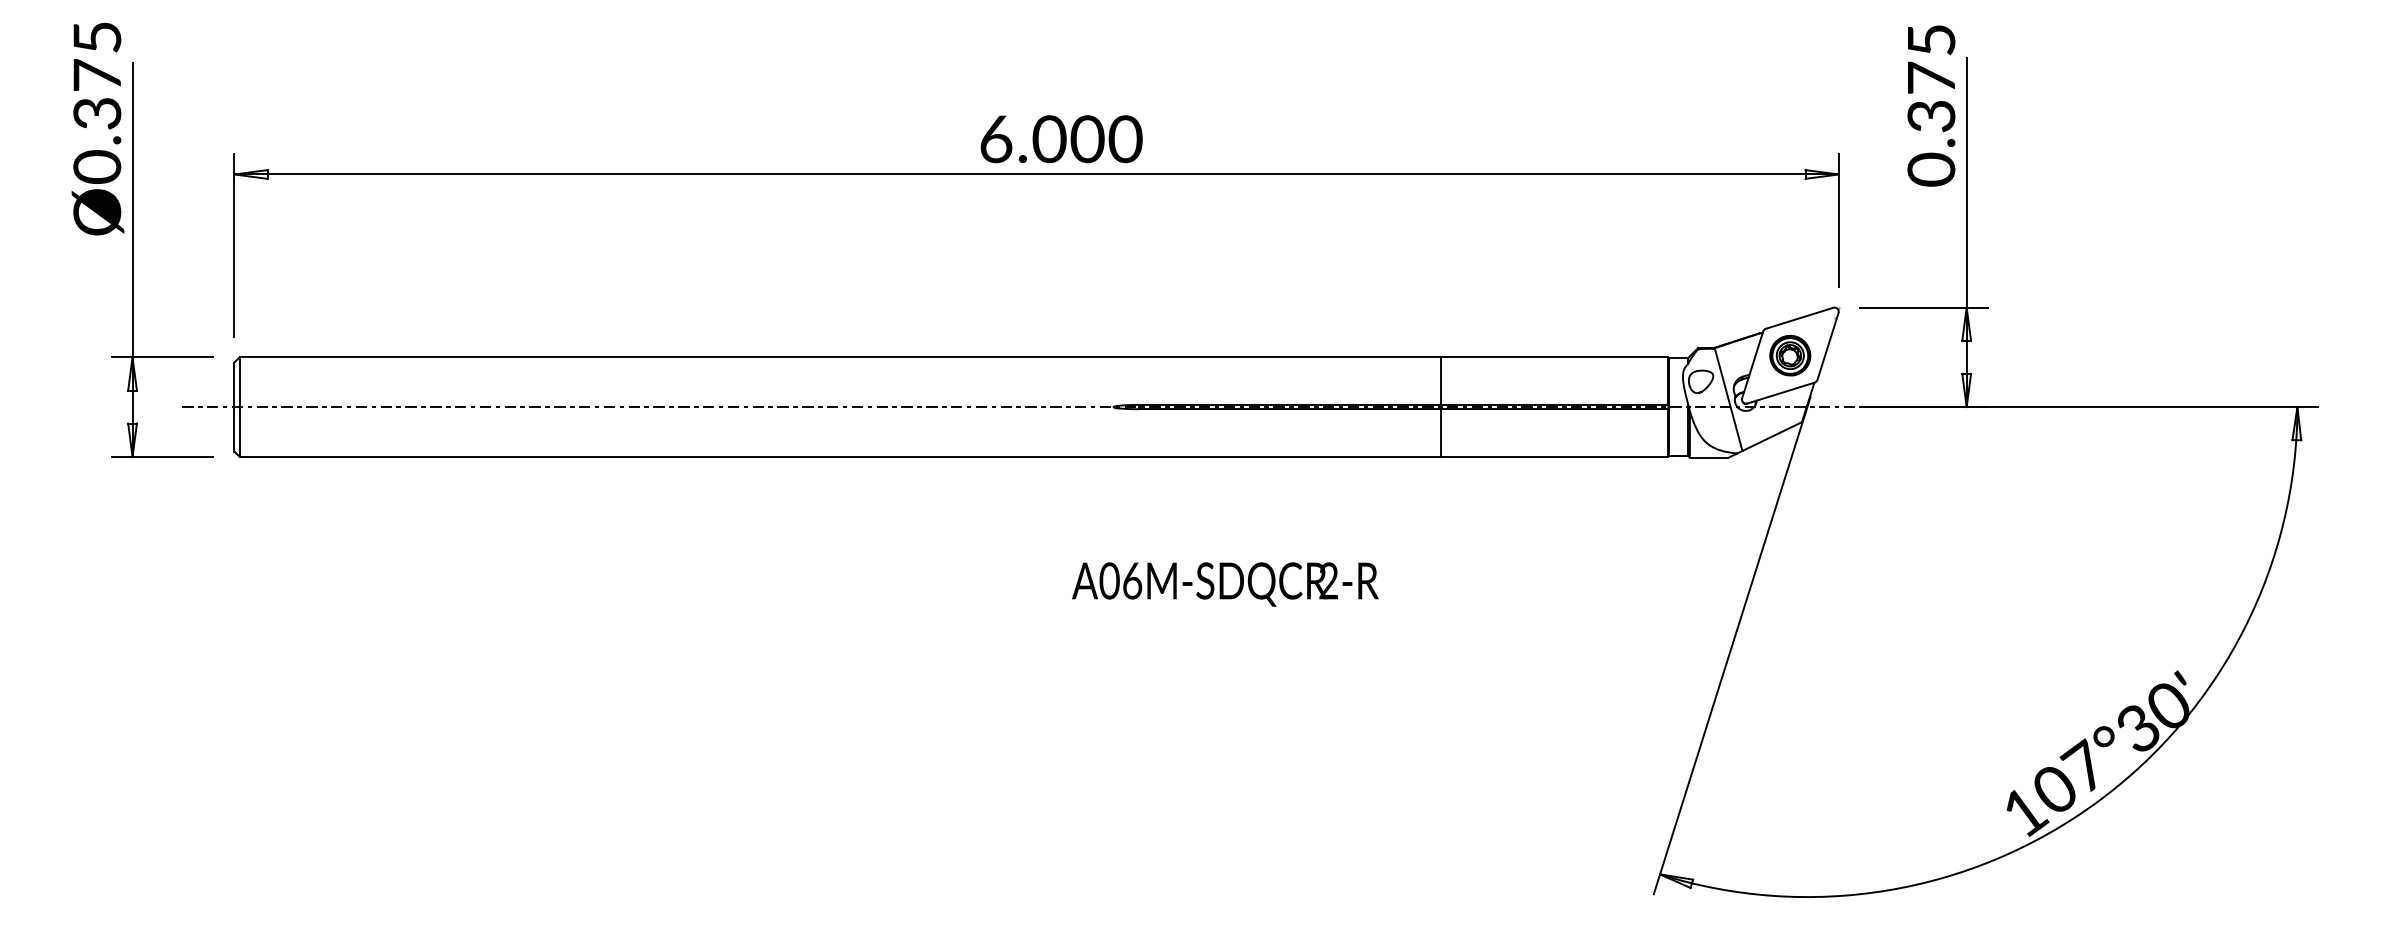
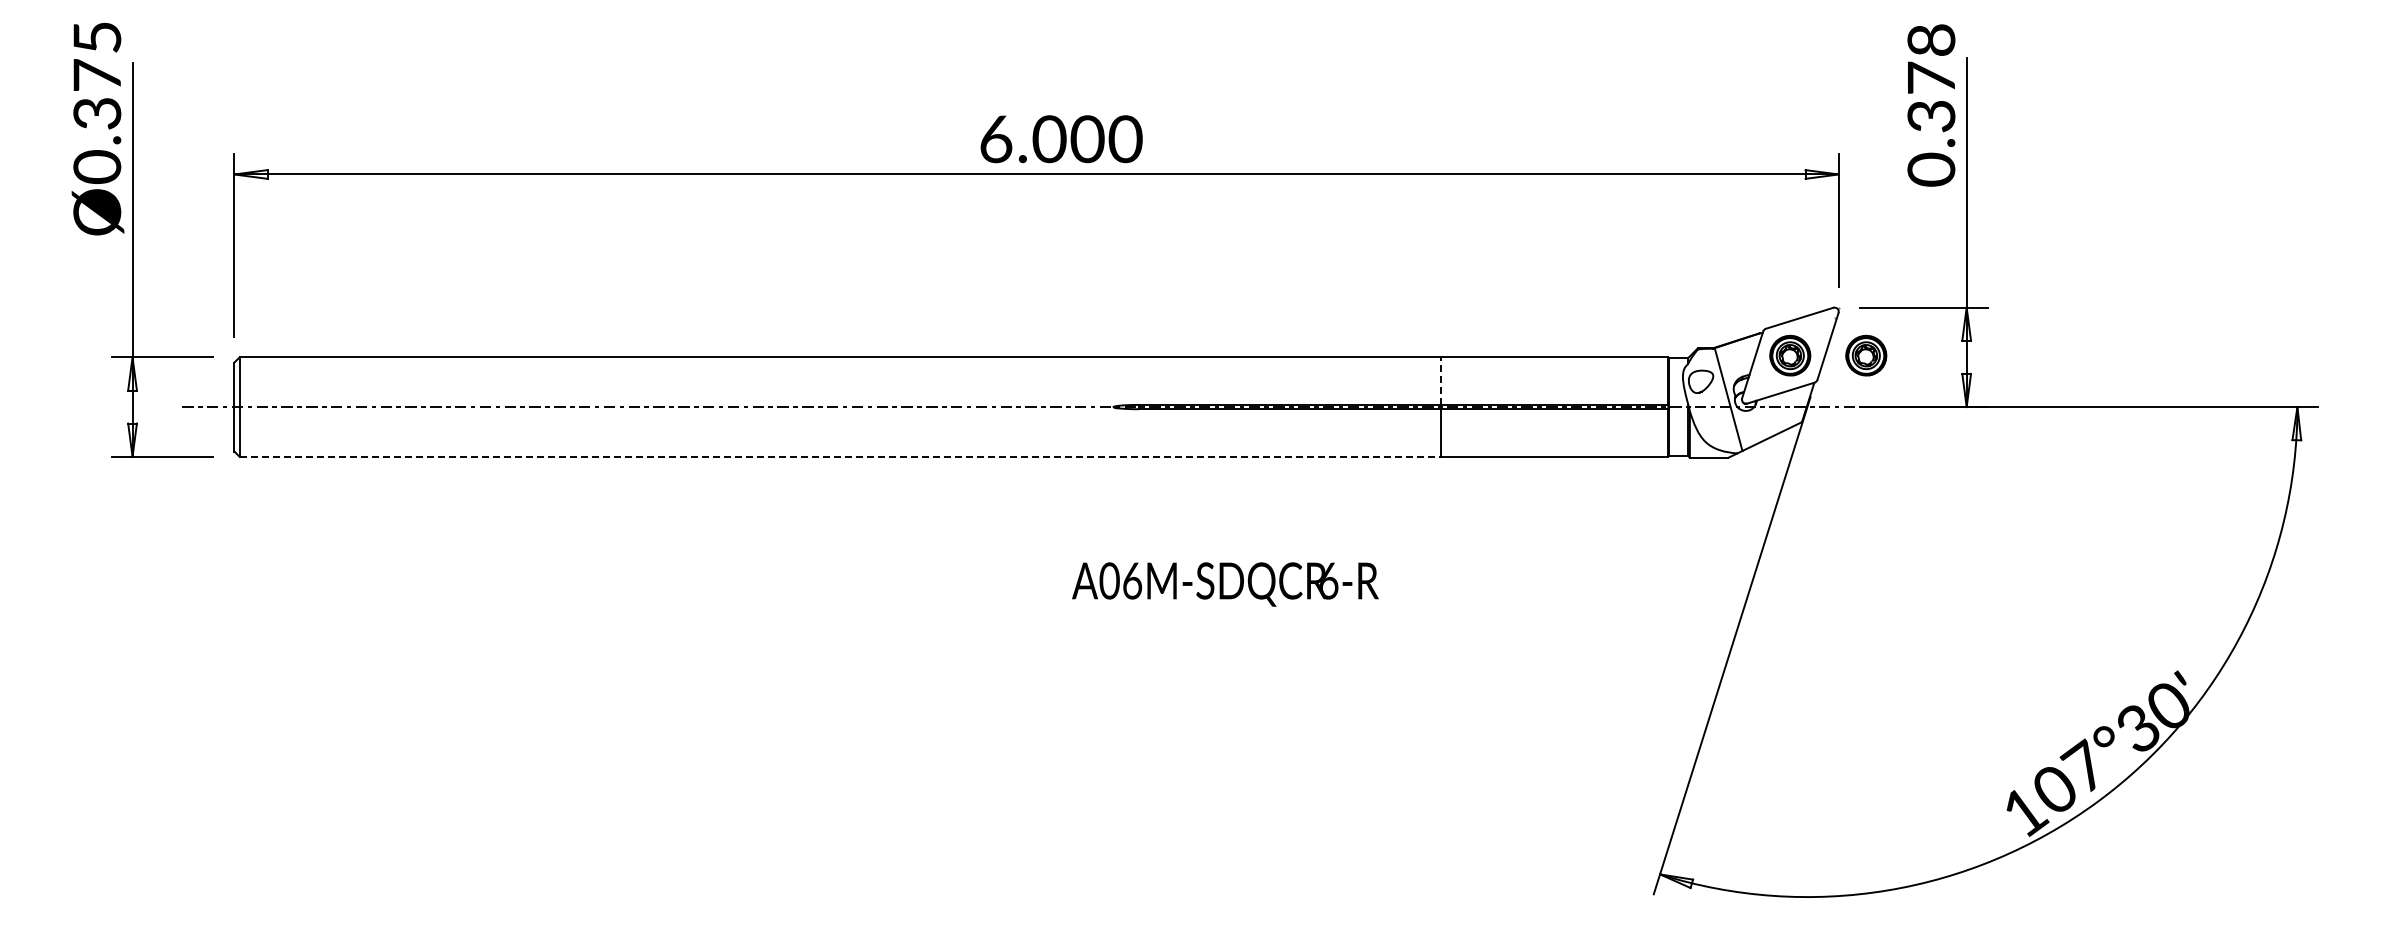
text at (1931, 39): 0.375 -> 0.378
part at (1866, 355): none -> present
line at (1441, 381): solid -> dashed
line at (840, 456): solid -> dashed
text at (1328, 580): 2-R -> 6-R
